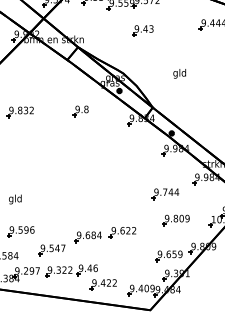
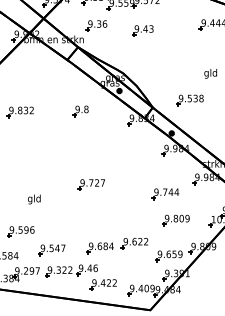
part at (96, 25): none -> present
text at (179, 73) position: (179, 73) -> (210, 73)
part at (189, 100): none -> present
part at (90, 184): none -> present
text at (15, 199) position: (15, 199) -> (34, 199)
part at (105, 235) position: (105, 235) -> (117, 246)
